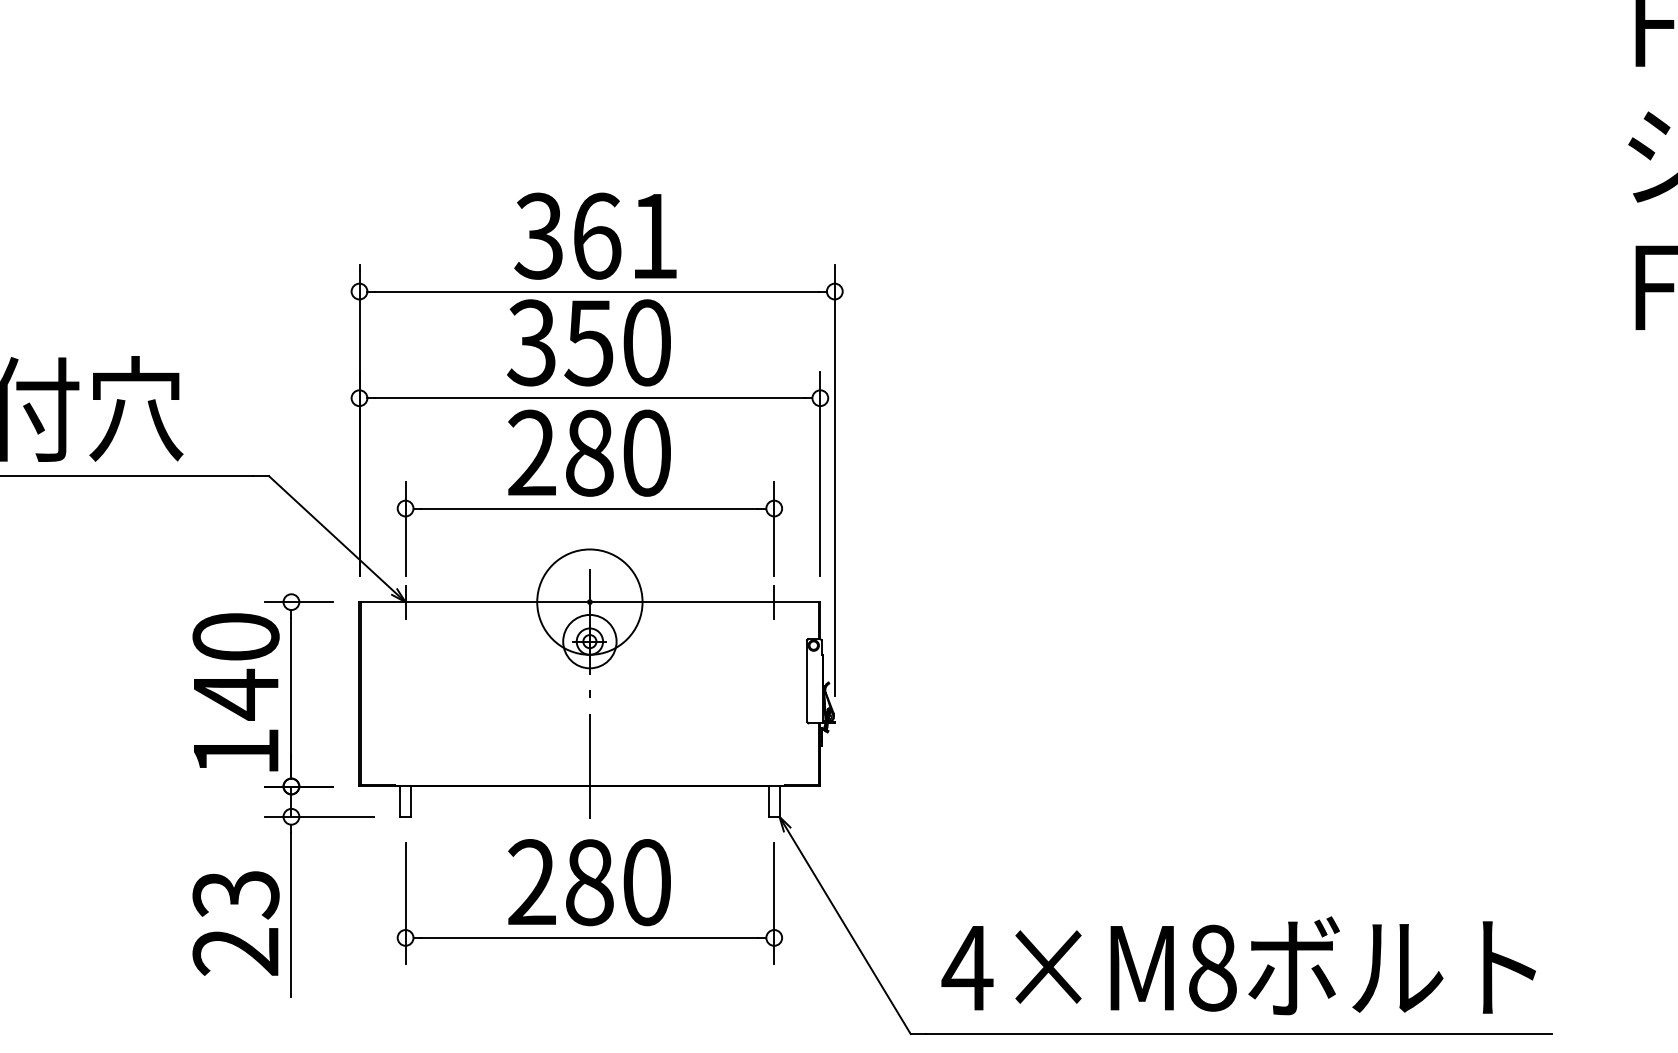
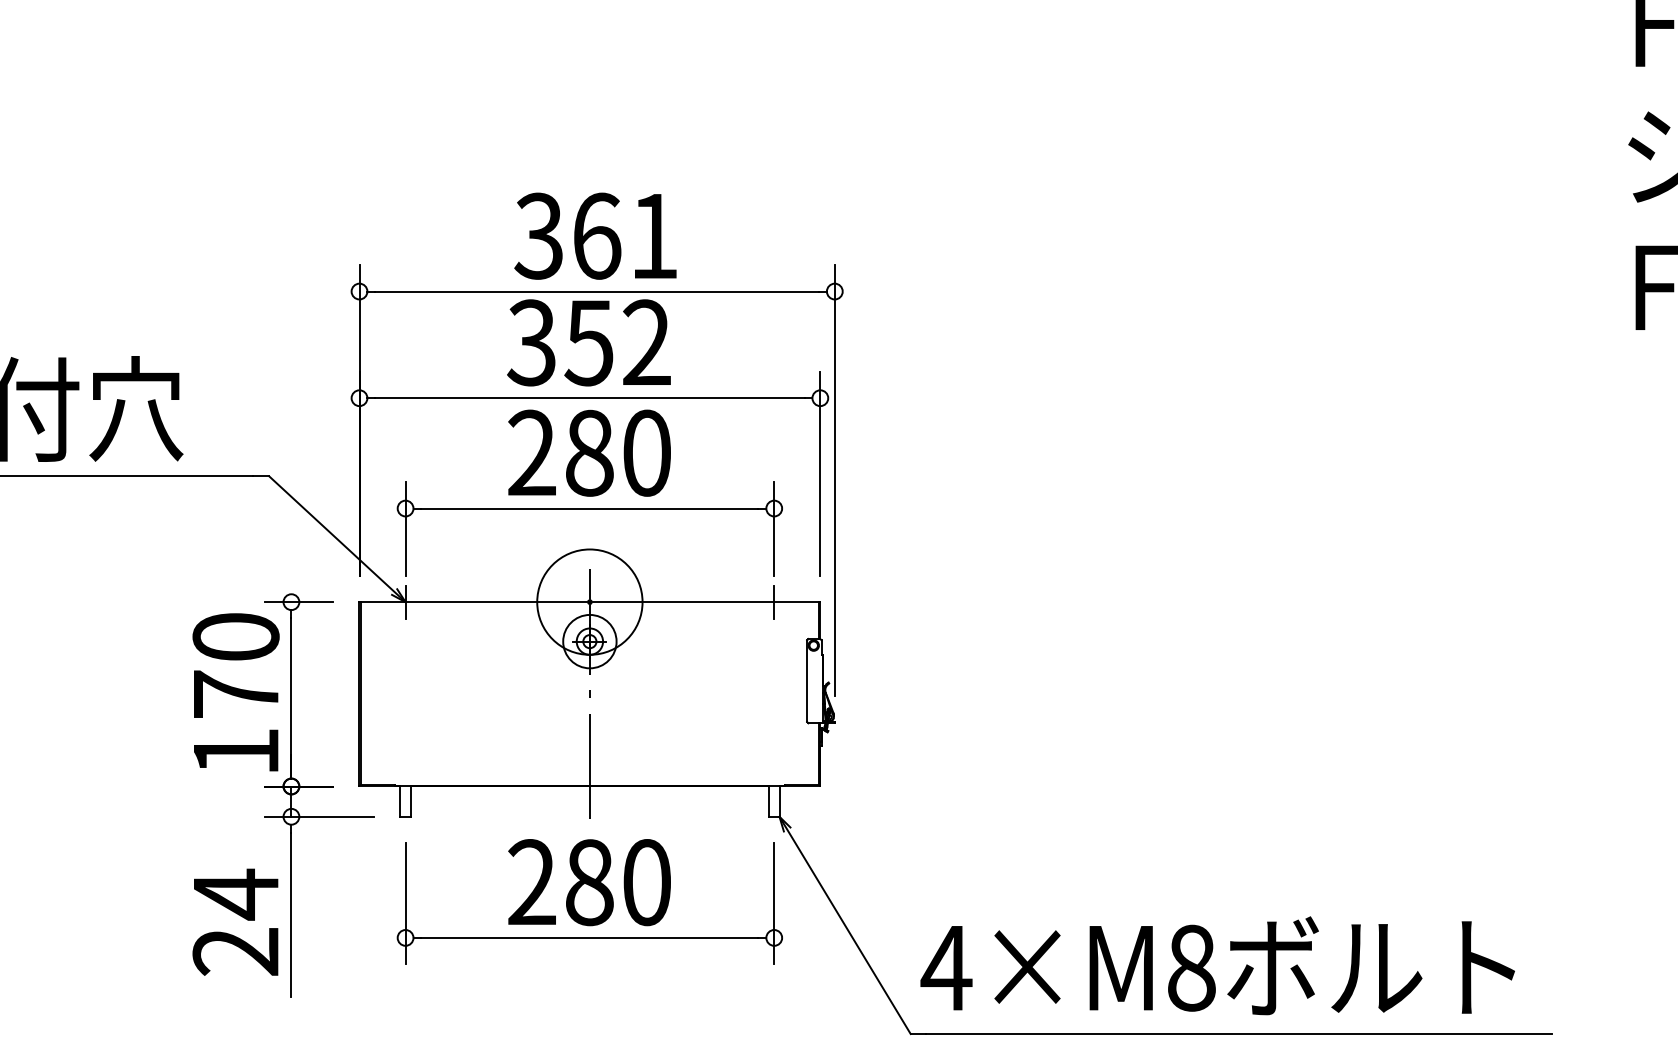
text at (646, 342): 350 -> 352
text at (236, 694): 140 -> 170
text at (235, 894): 23 -> 24
text at (1238, 965) position: (1238, 965) -> (1217, 965)
